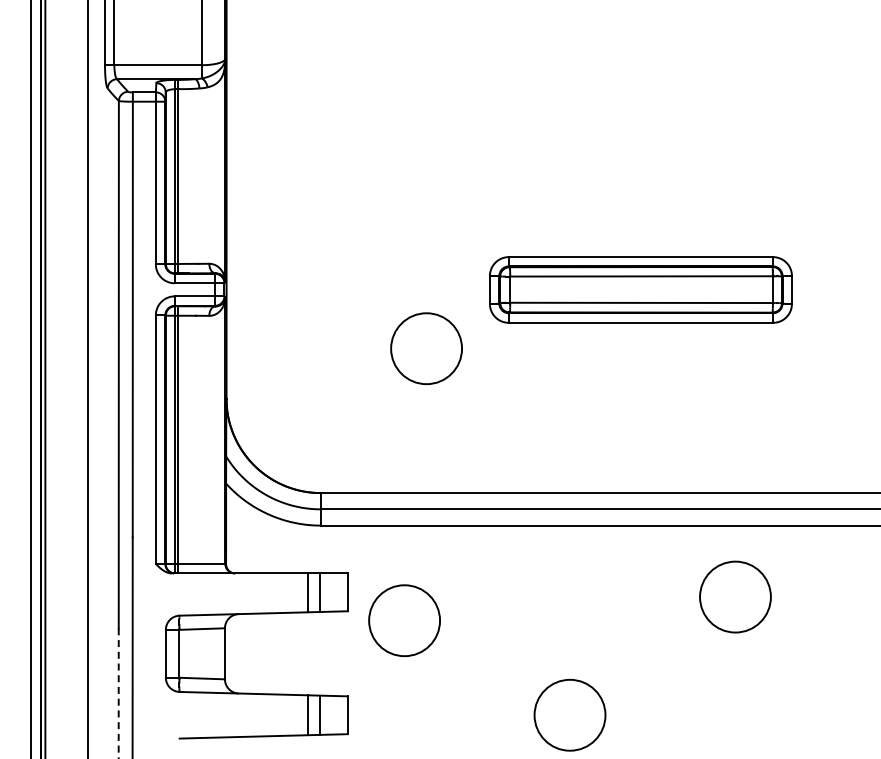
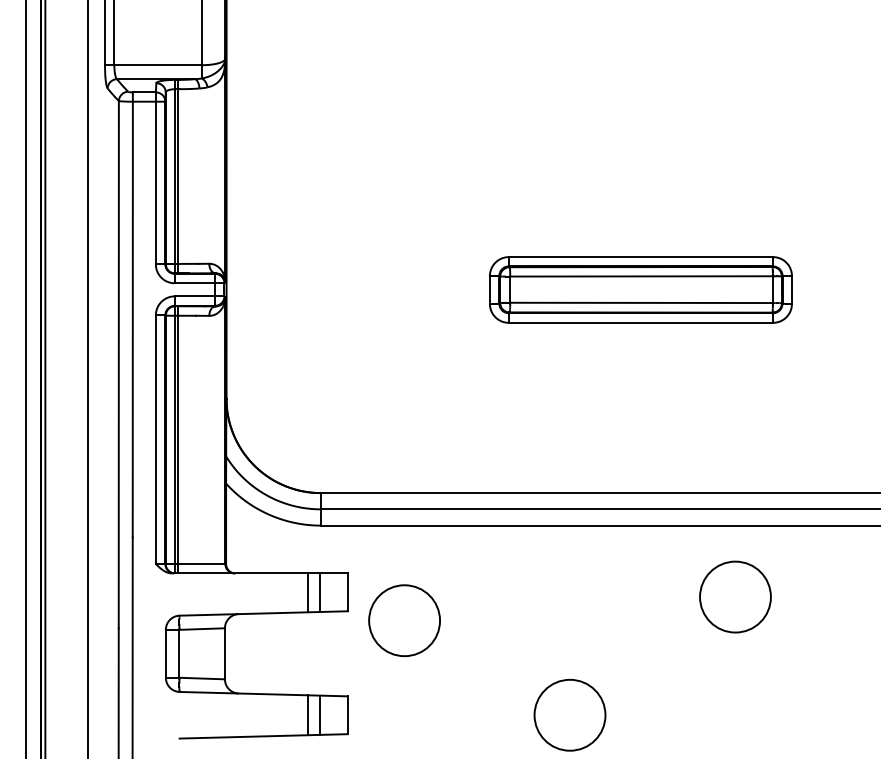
circle at (426, 348): present -> none
line at (31, 378) position: (31, 378) -> (26, 378)
line at (118, 693): dashed -> solid
